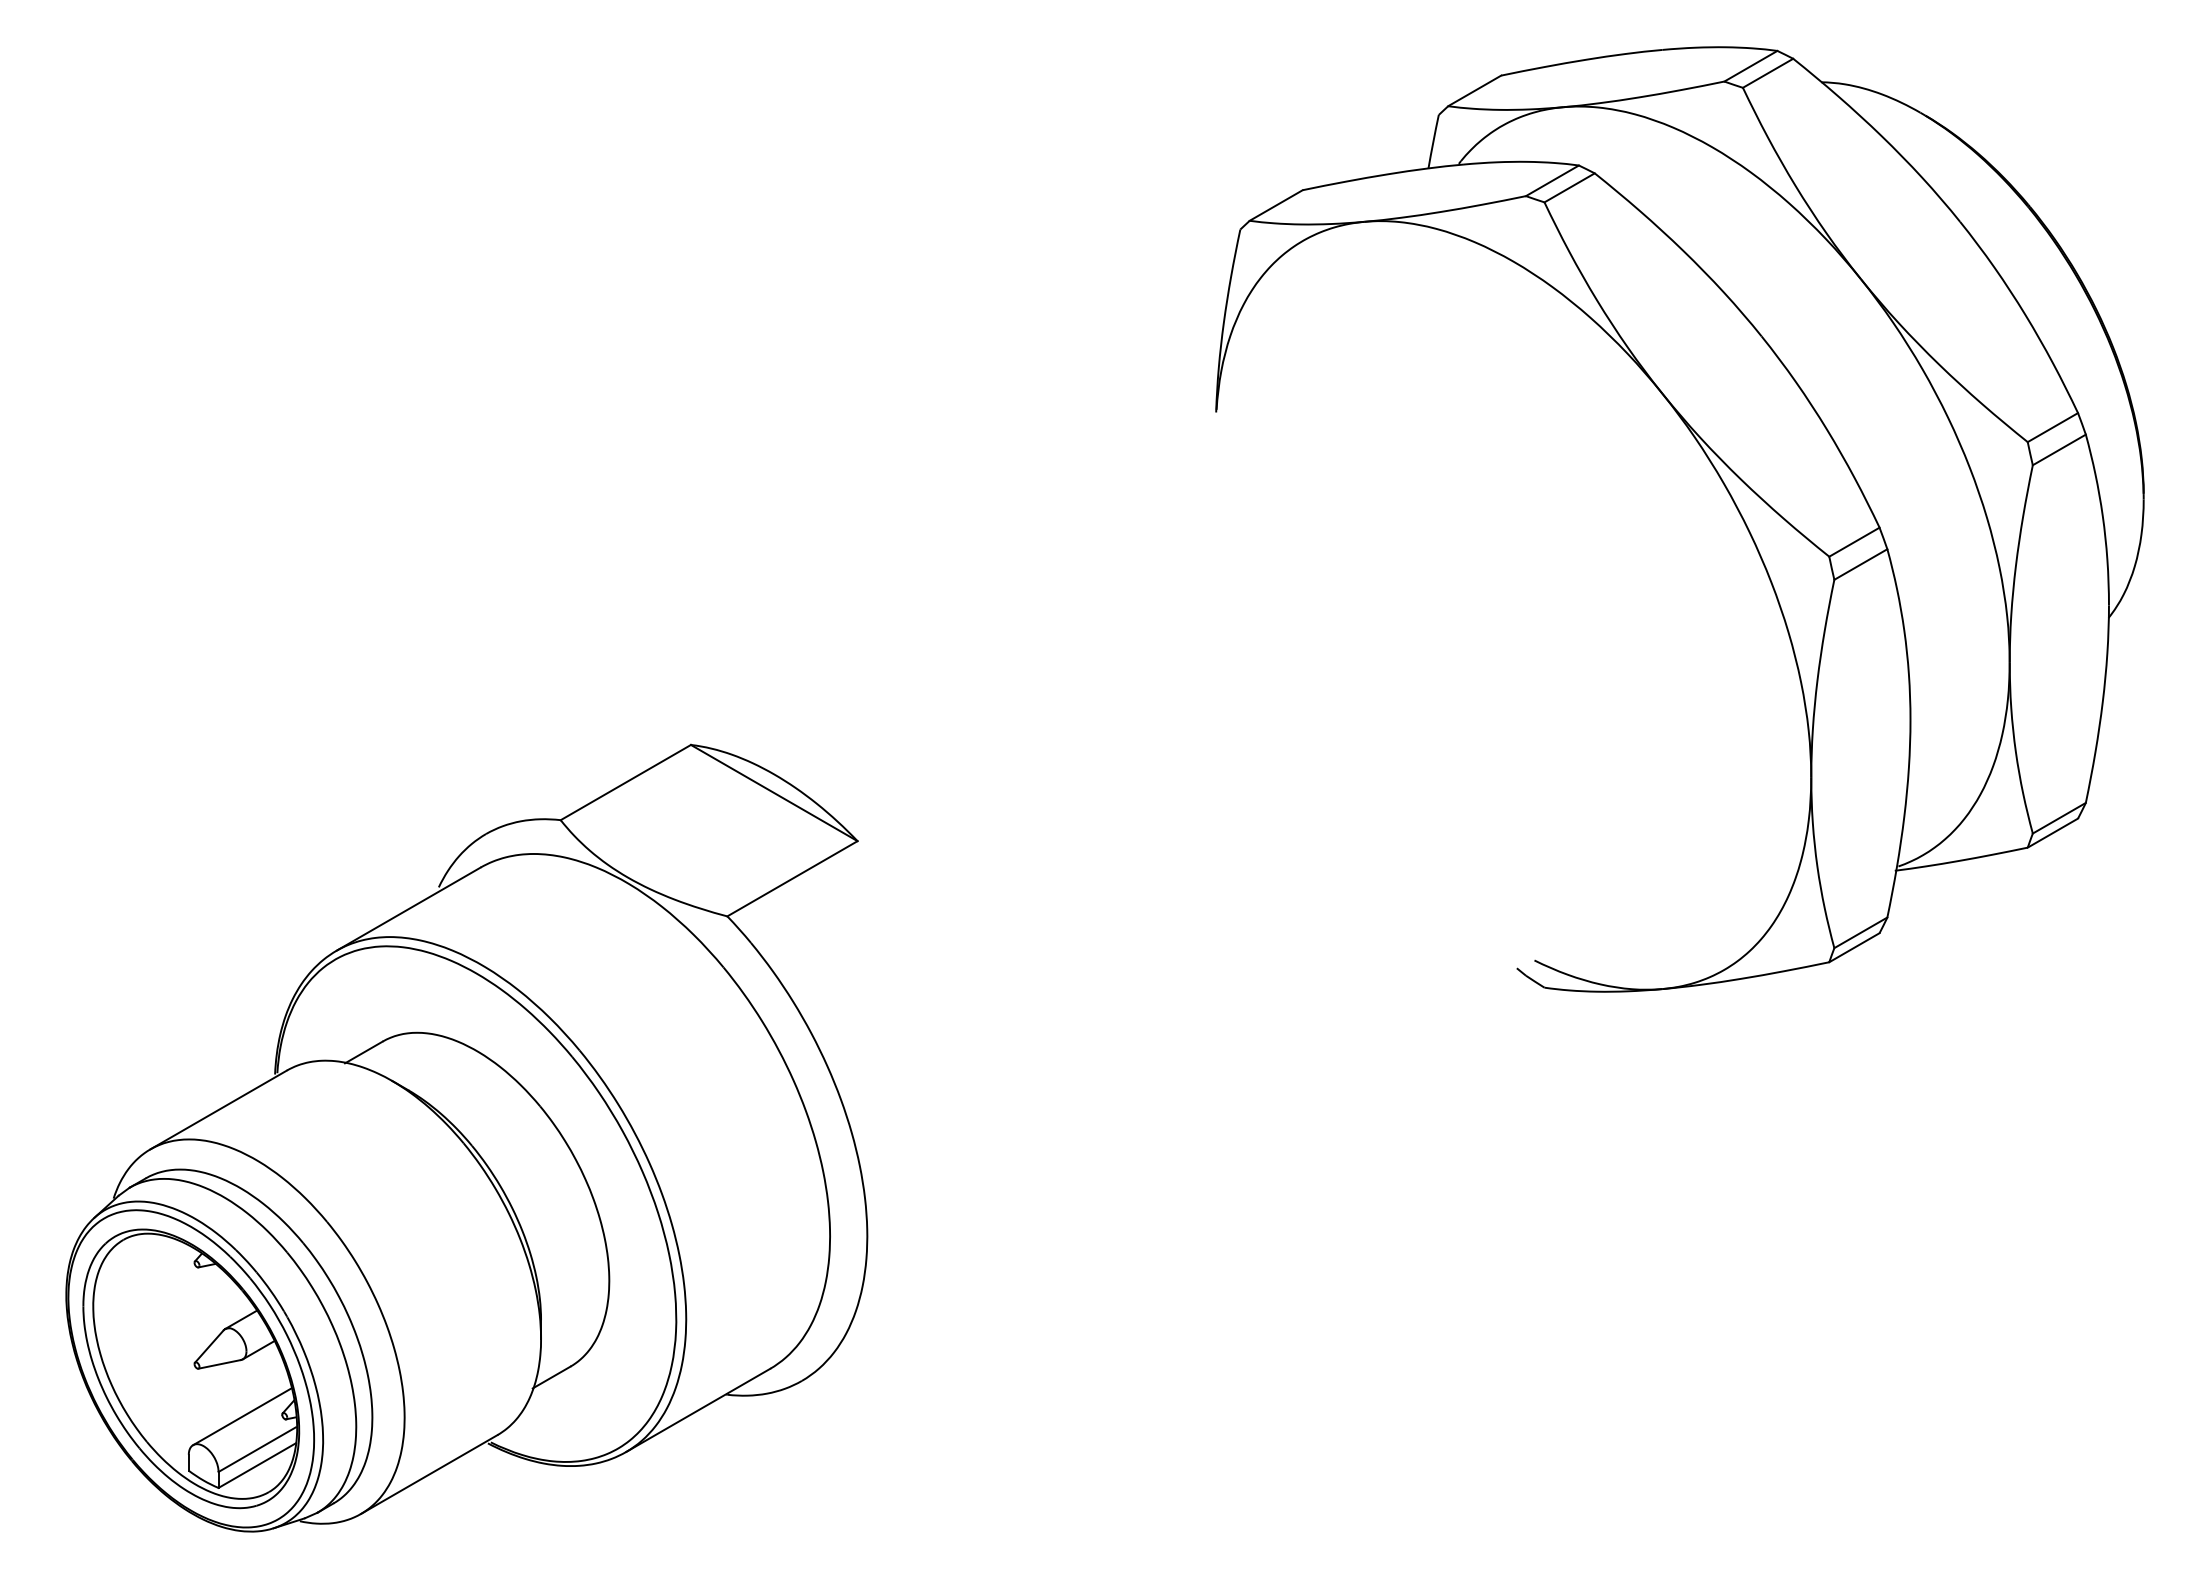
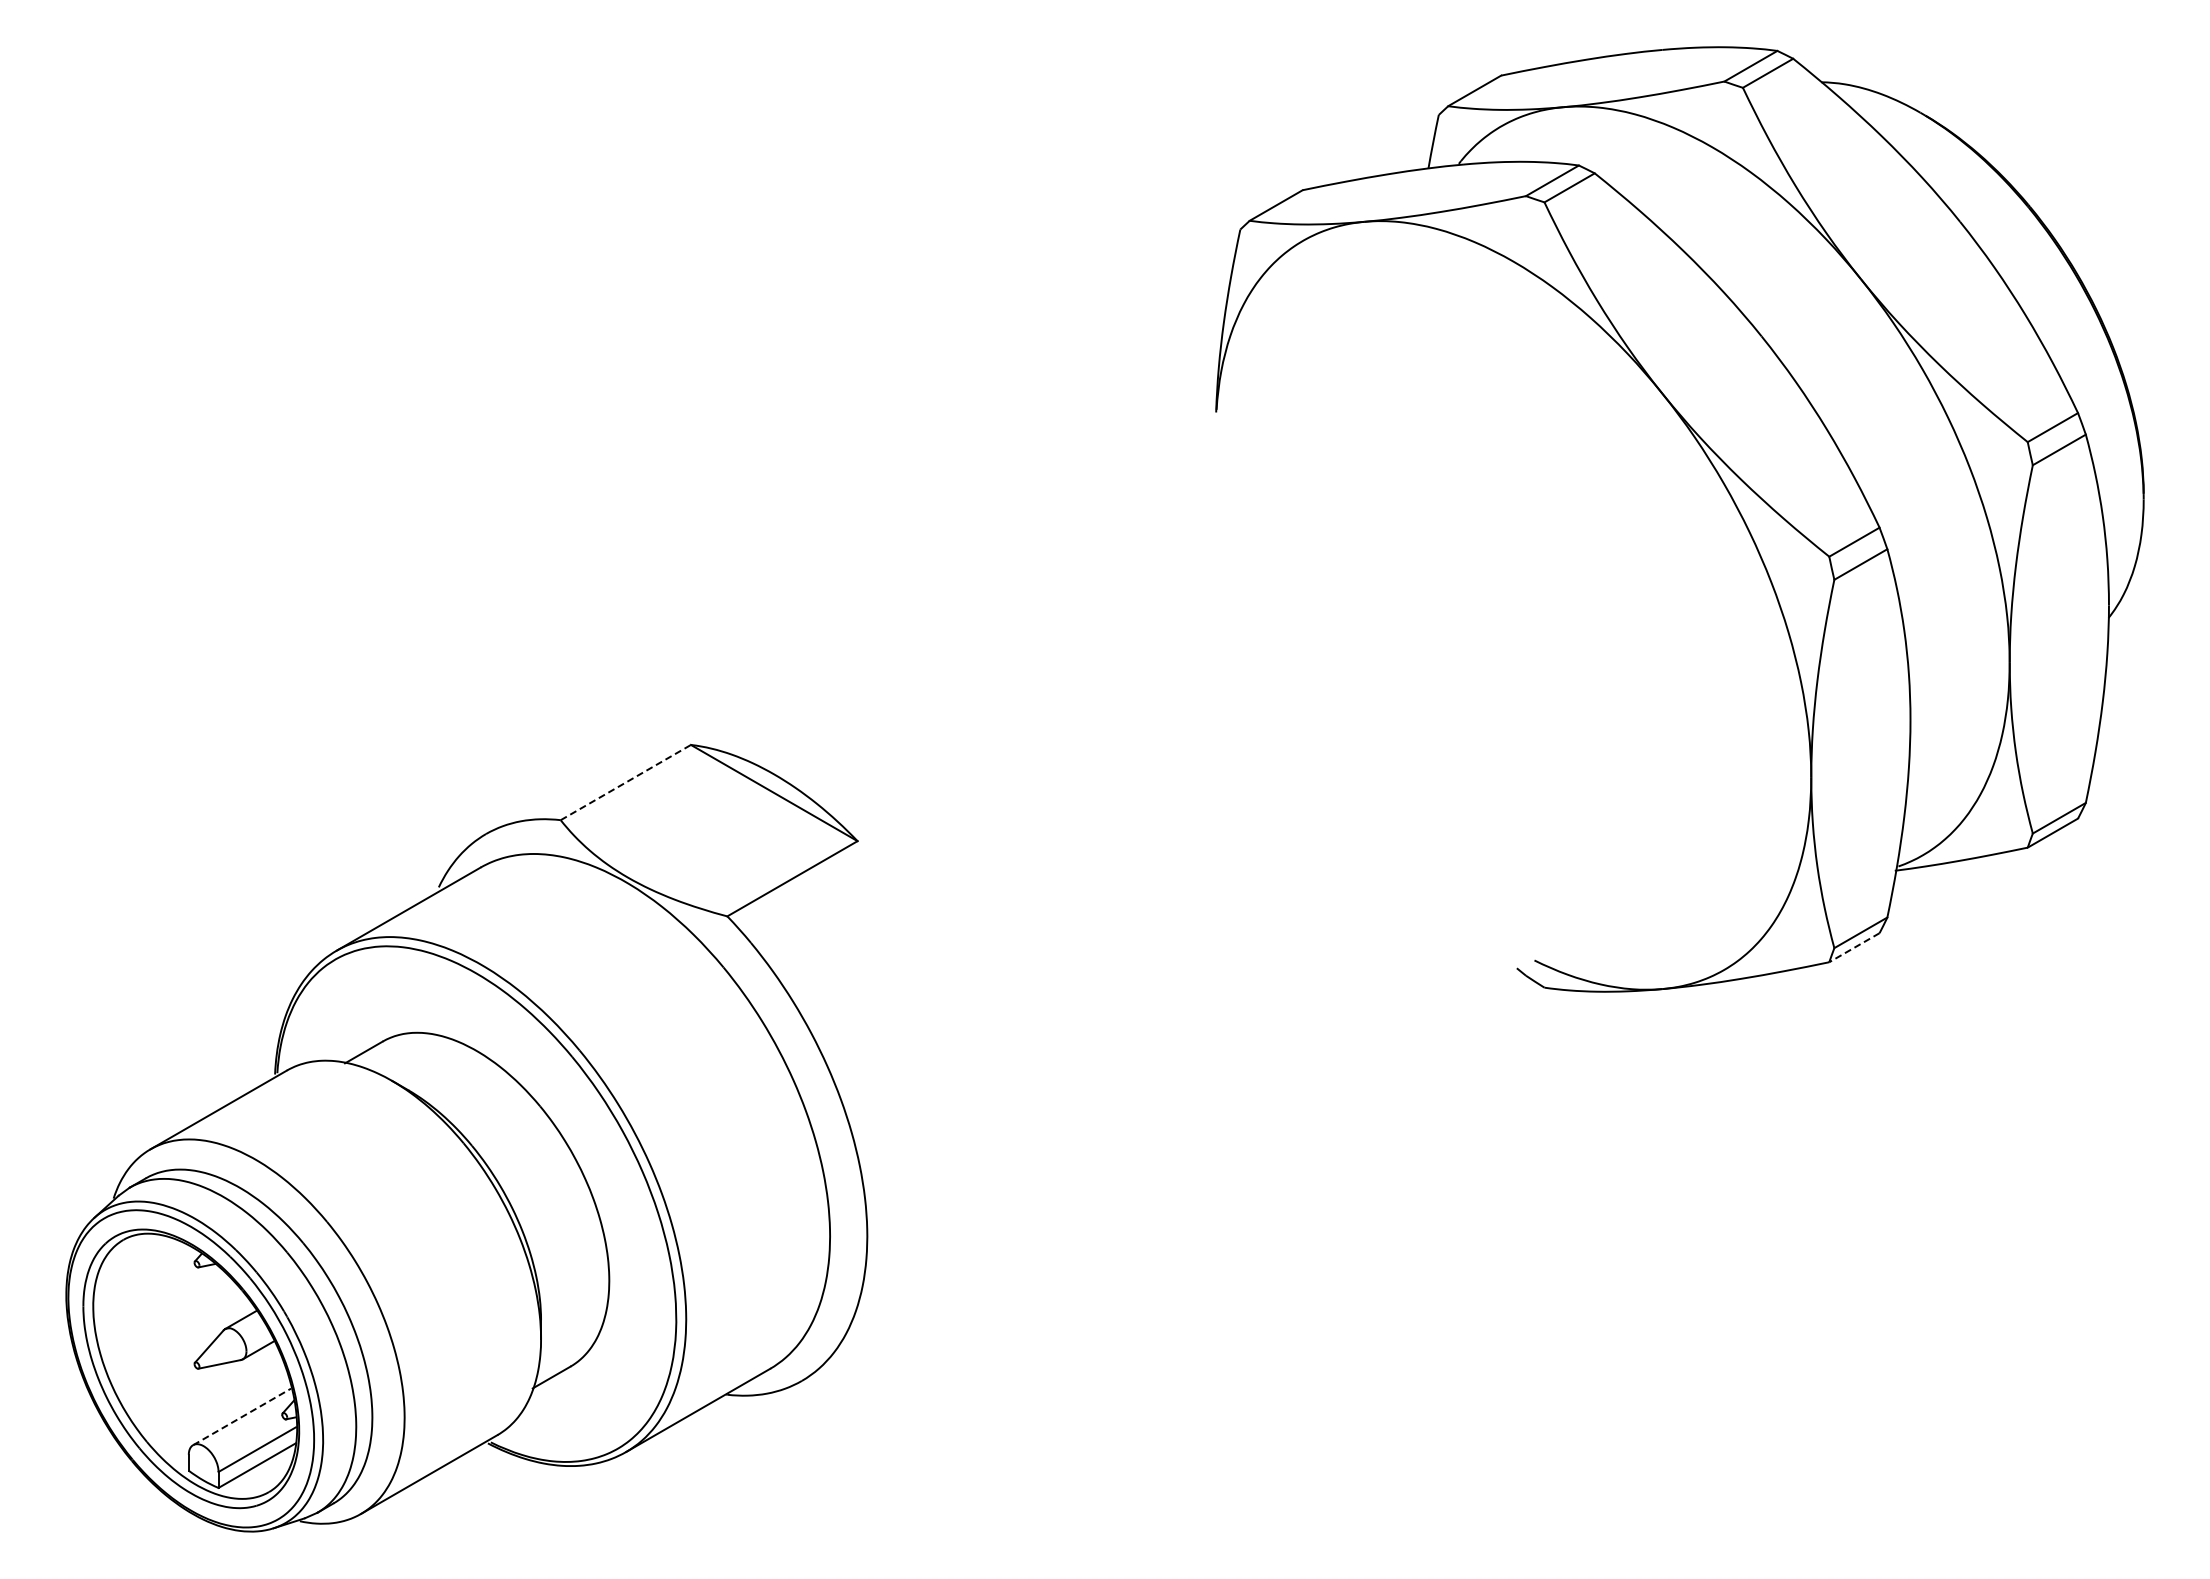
line at (626, 782): solid -> dashed
line at (1854, 947): solid -> dashed
line at (242, 1416): solid -> dashed
